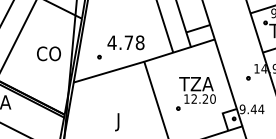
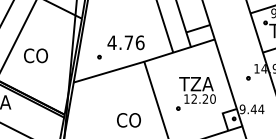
text at (139, 42): 4.78 -> 4.76
text at (48, 53) position: (48, 53) -> (35, 55)
text at (128, 122): J -> CO
